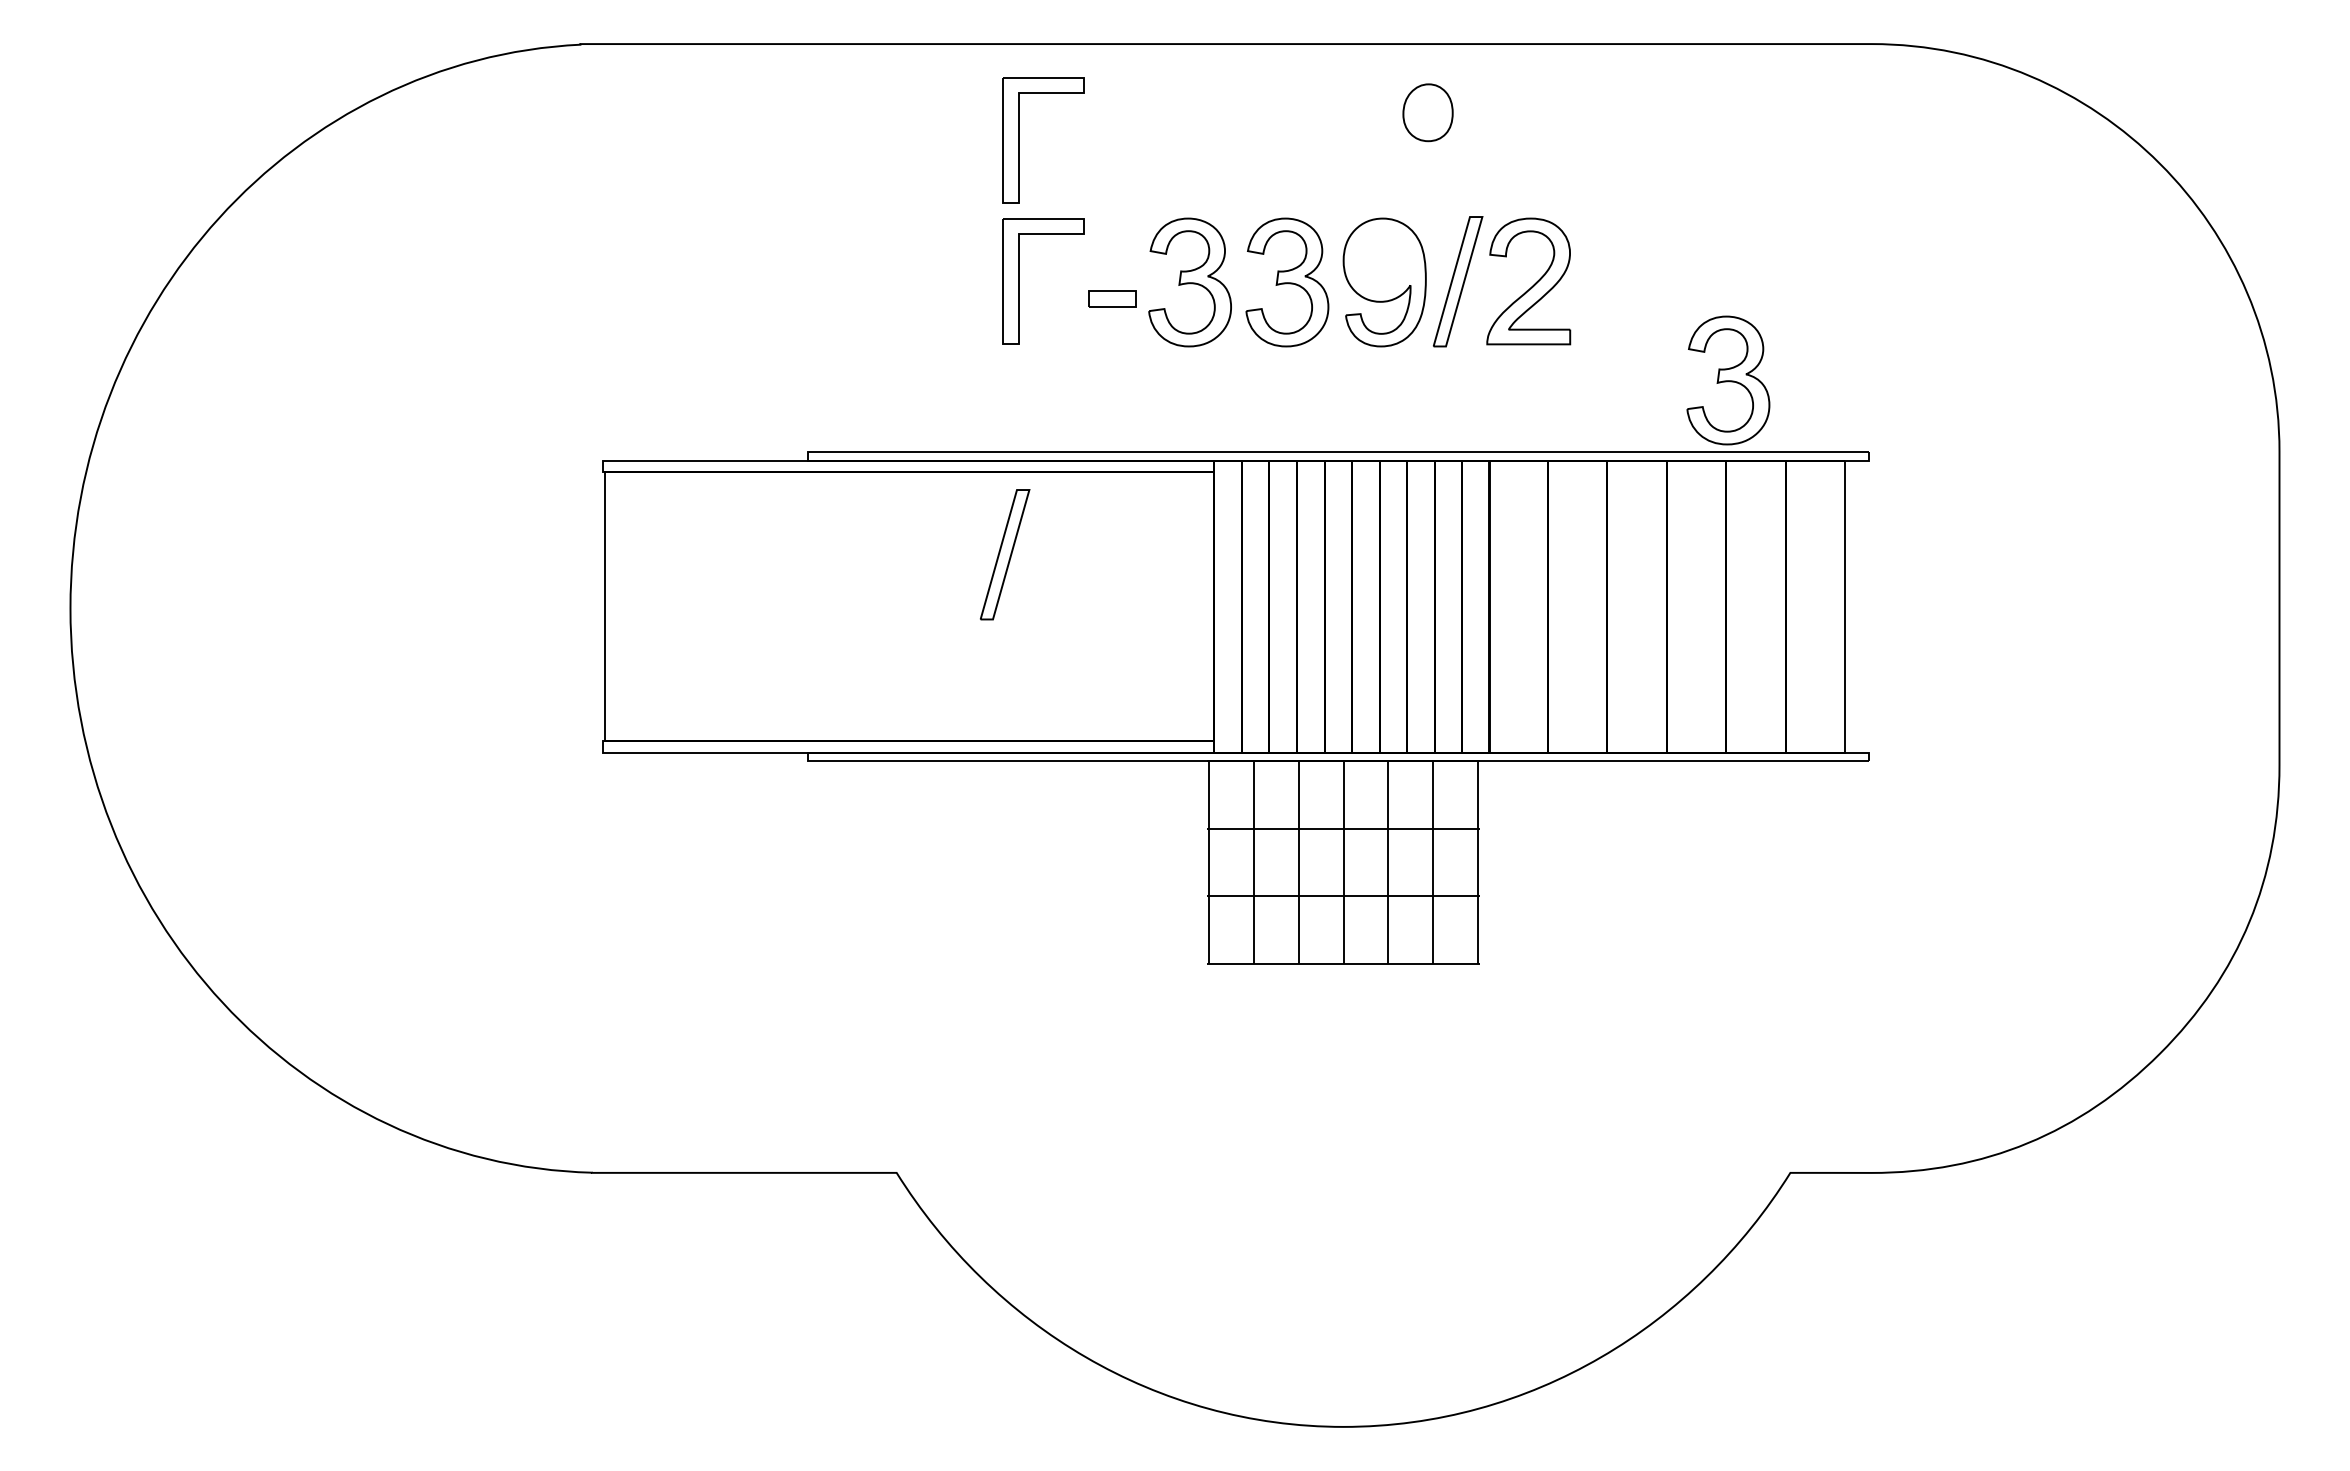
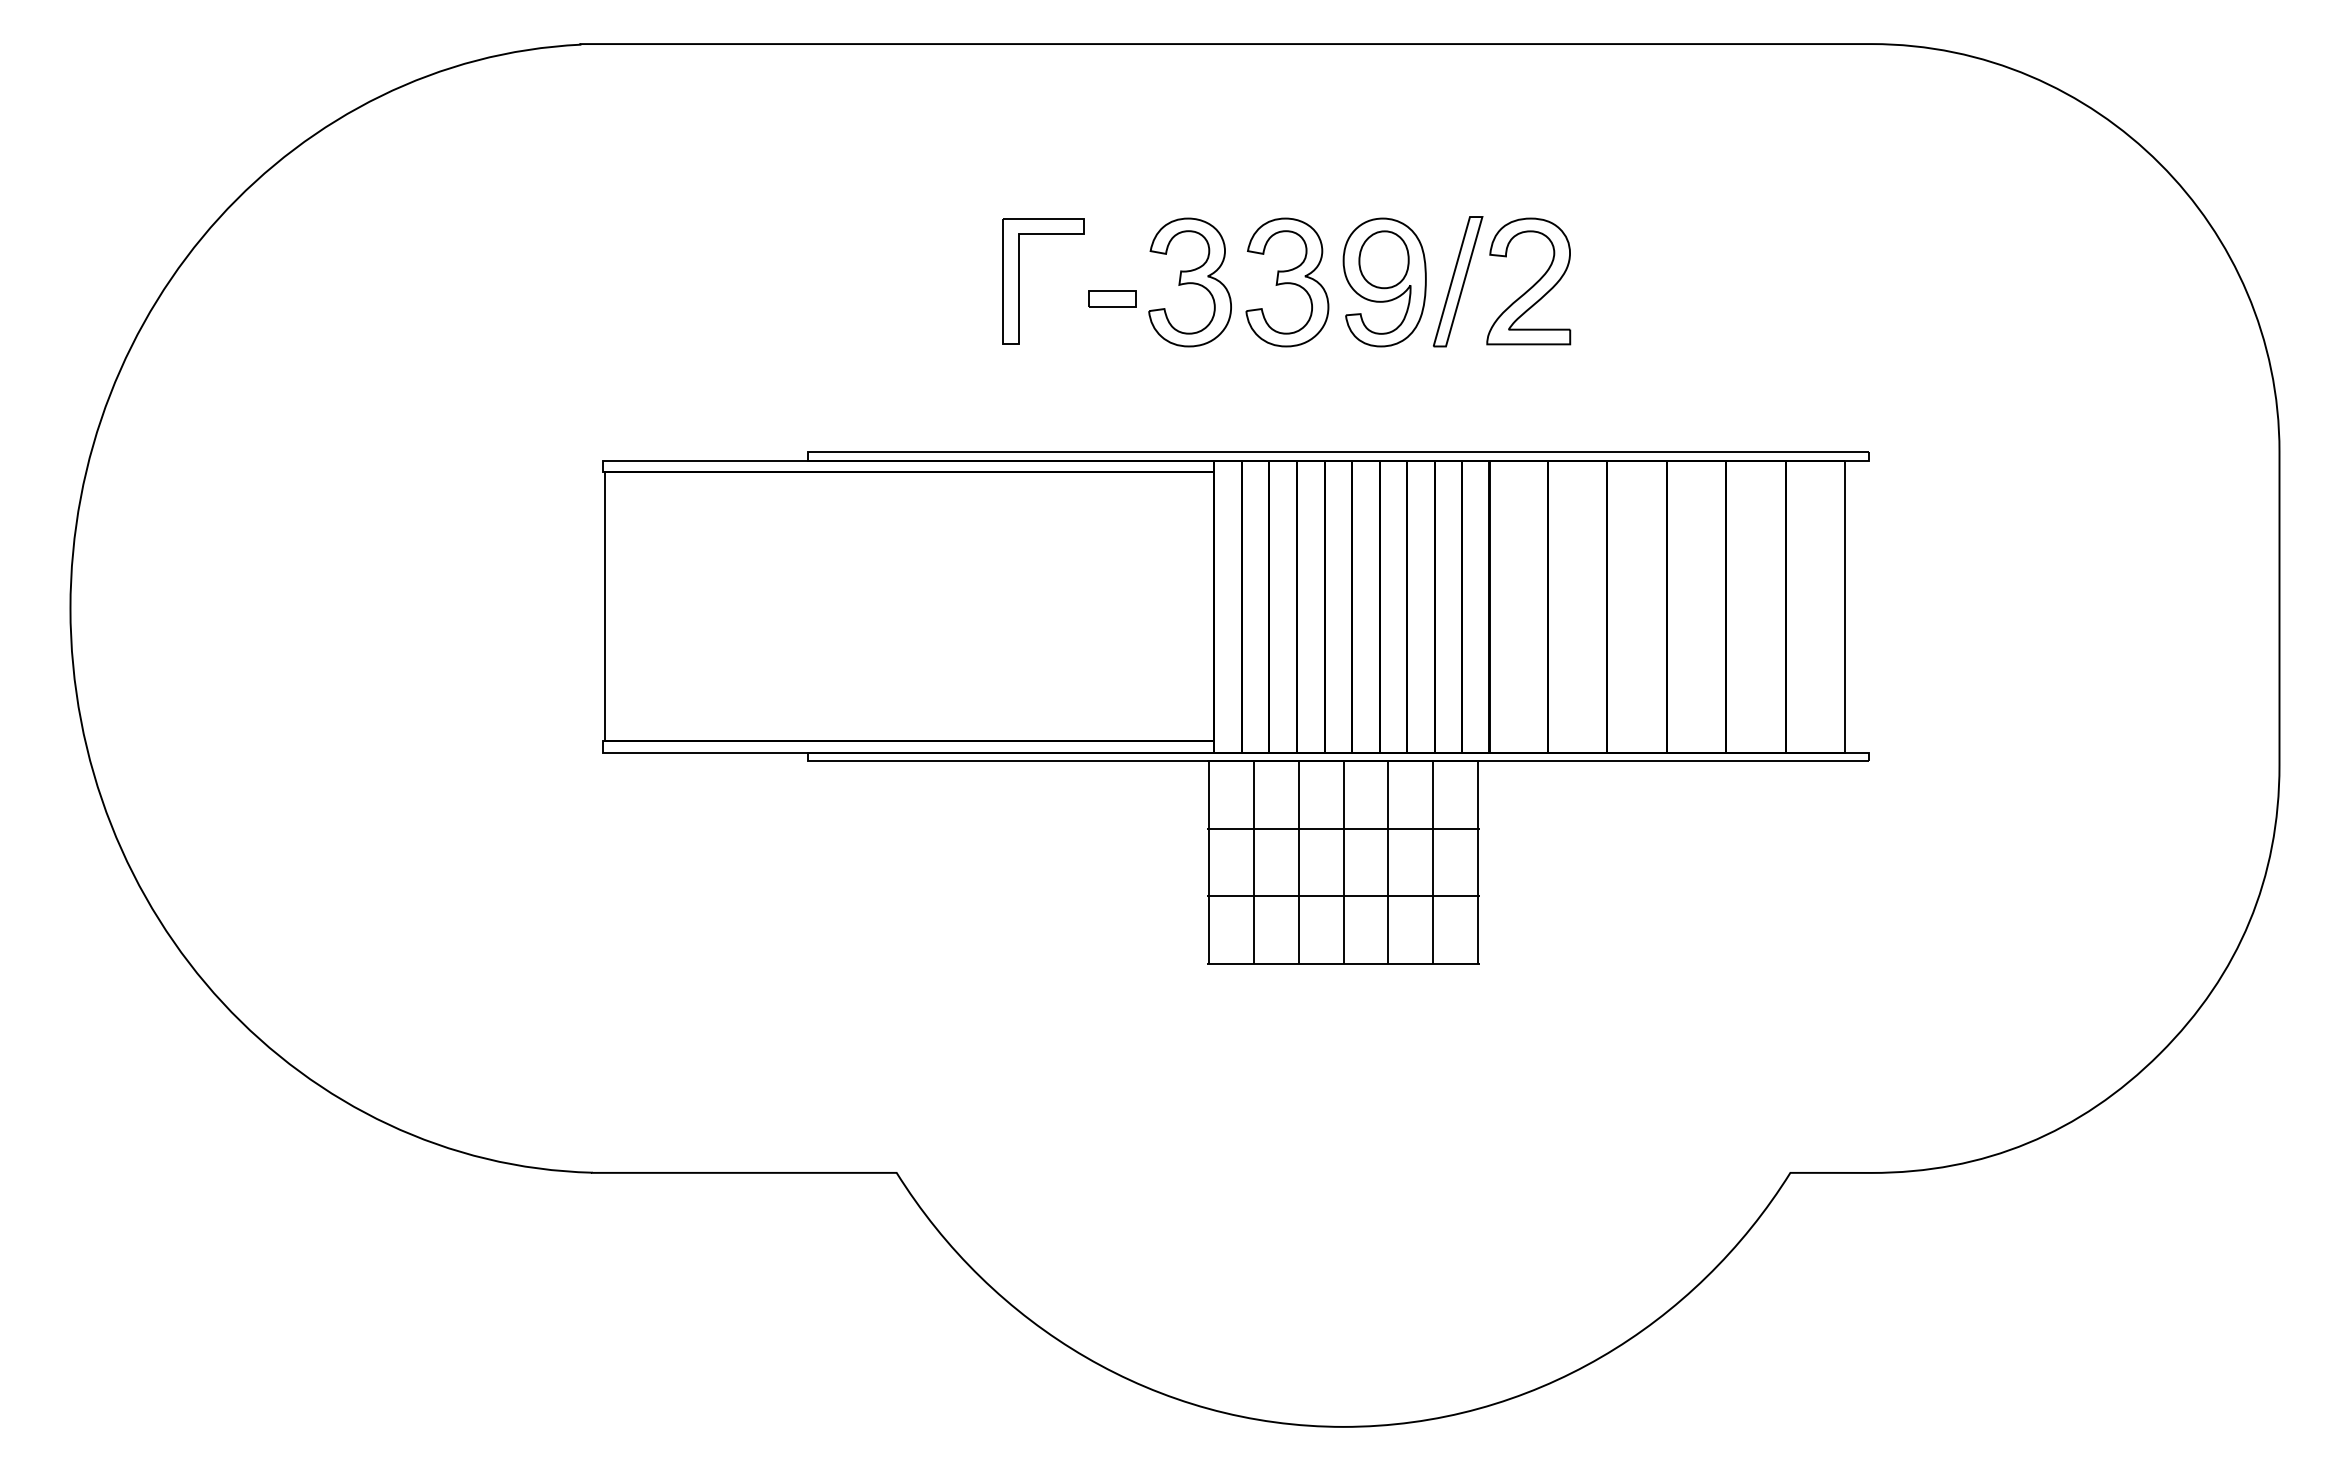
part at (1427, 112) position: (1427, 112) -> (1383, 259)
part at (1019, 140): present -> none
part at (1728, 380): present -> none
part at (1005, 554): present -> none
